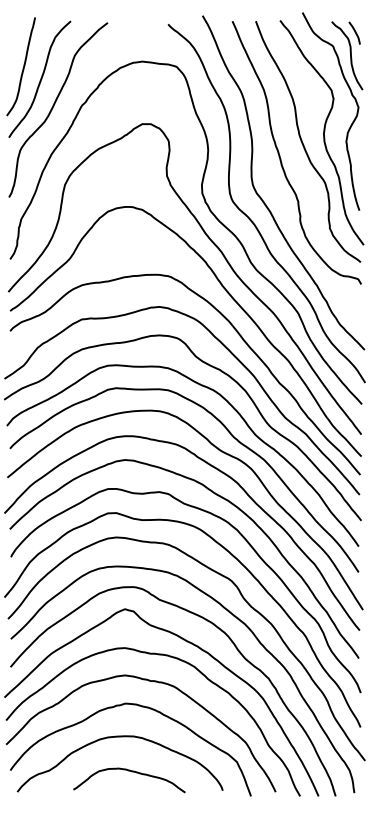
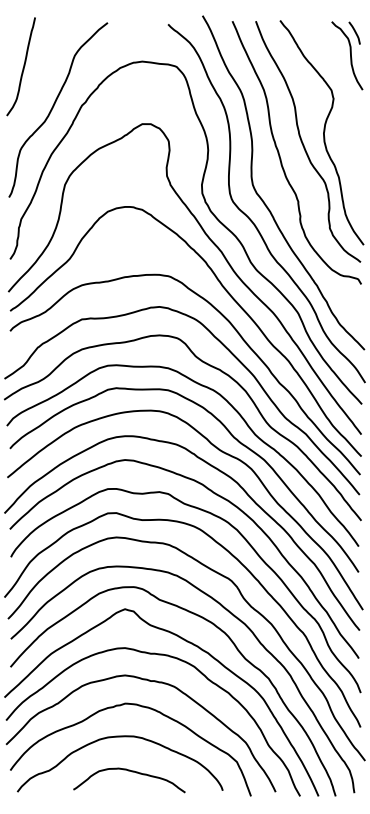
curve at (40, 78): present -> none
curve at (352, 121): present -> none
